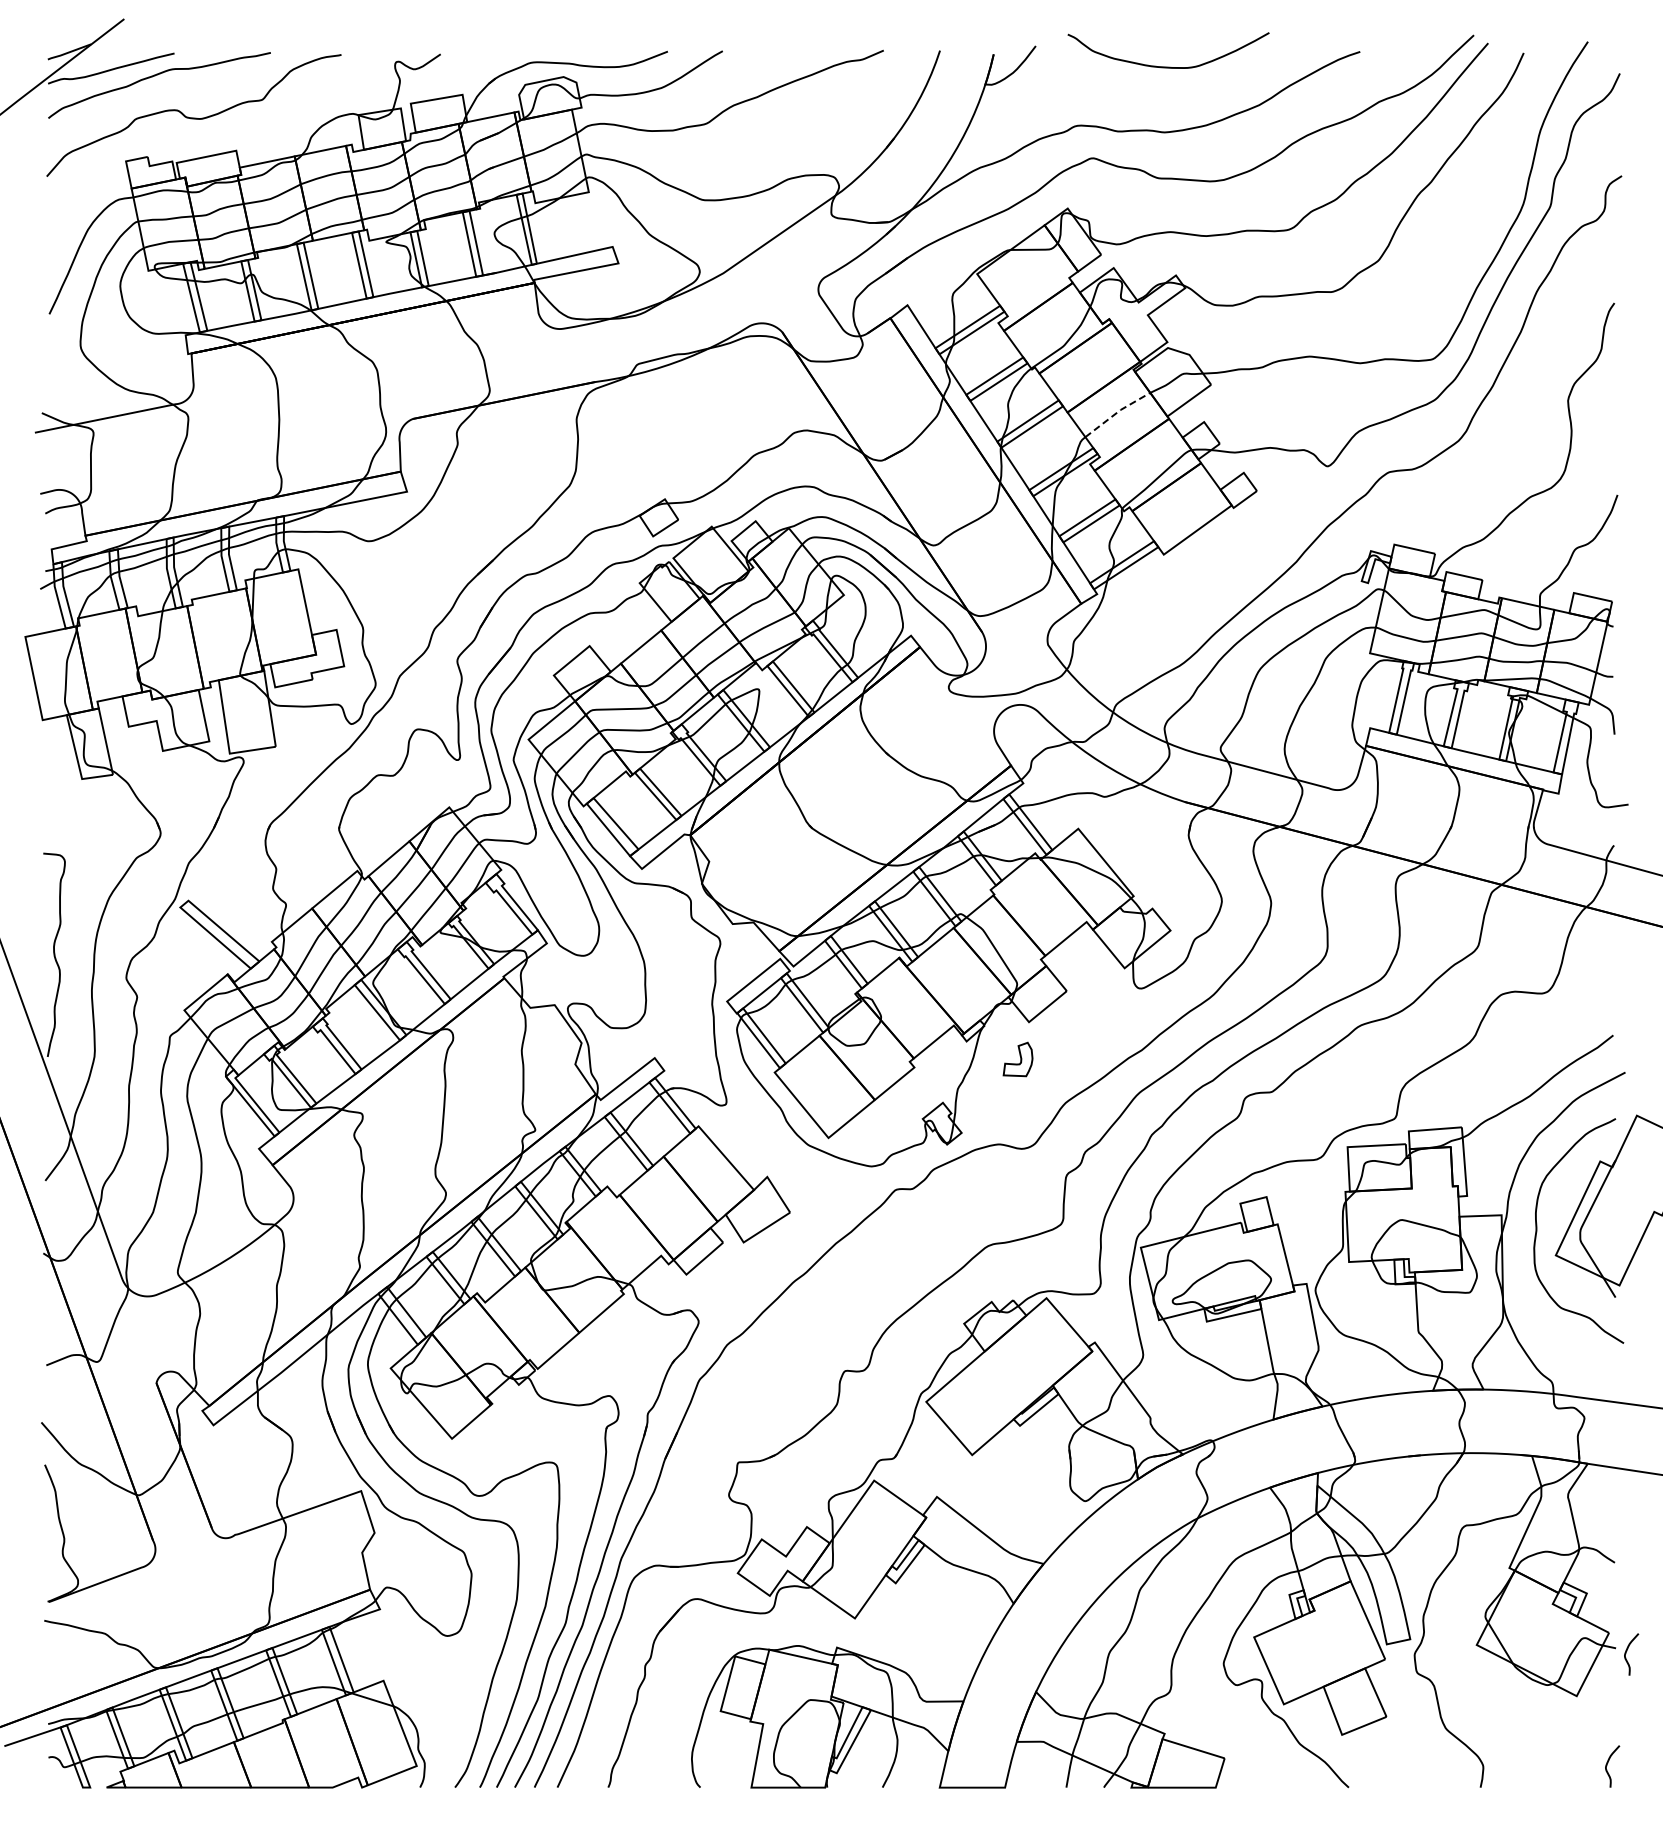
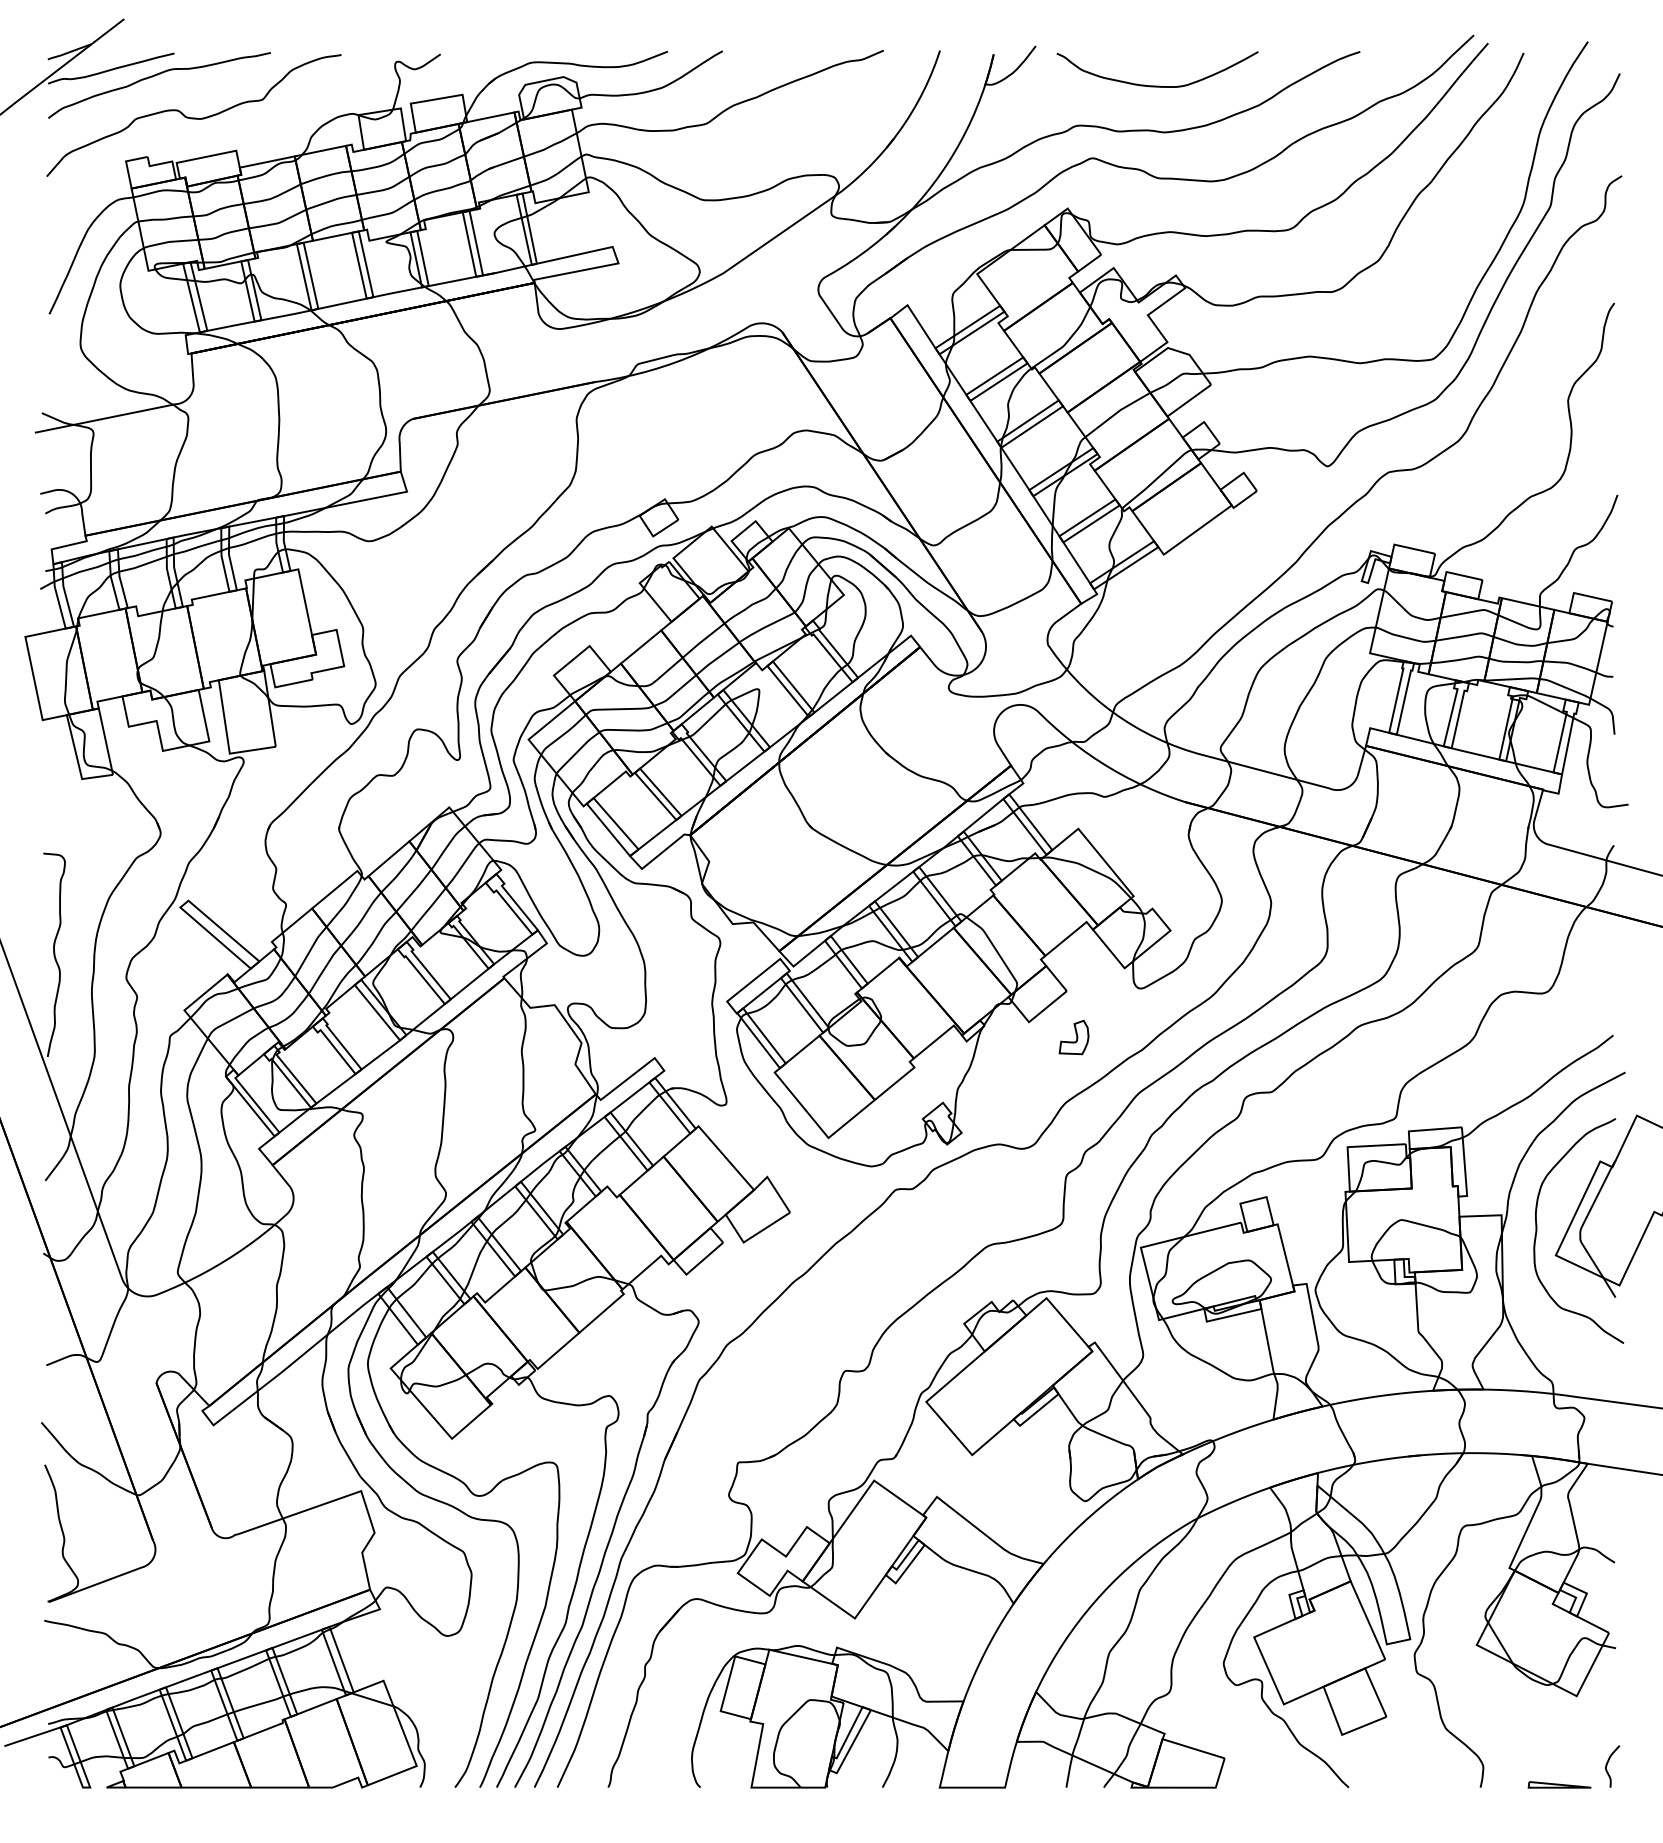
curve at (1168, 66) position: (1168, 66) -> (1157, 85)
line at (1117, 412): dashed -> solid
part at (1017, 1059) position: (1017, 1059) -> (1073, 1037)
curve at (1627, 1651): present -> none
part at (1559, 1784): none -> present
